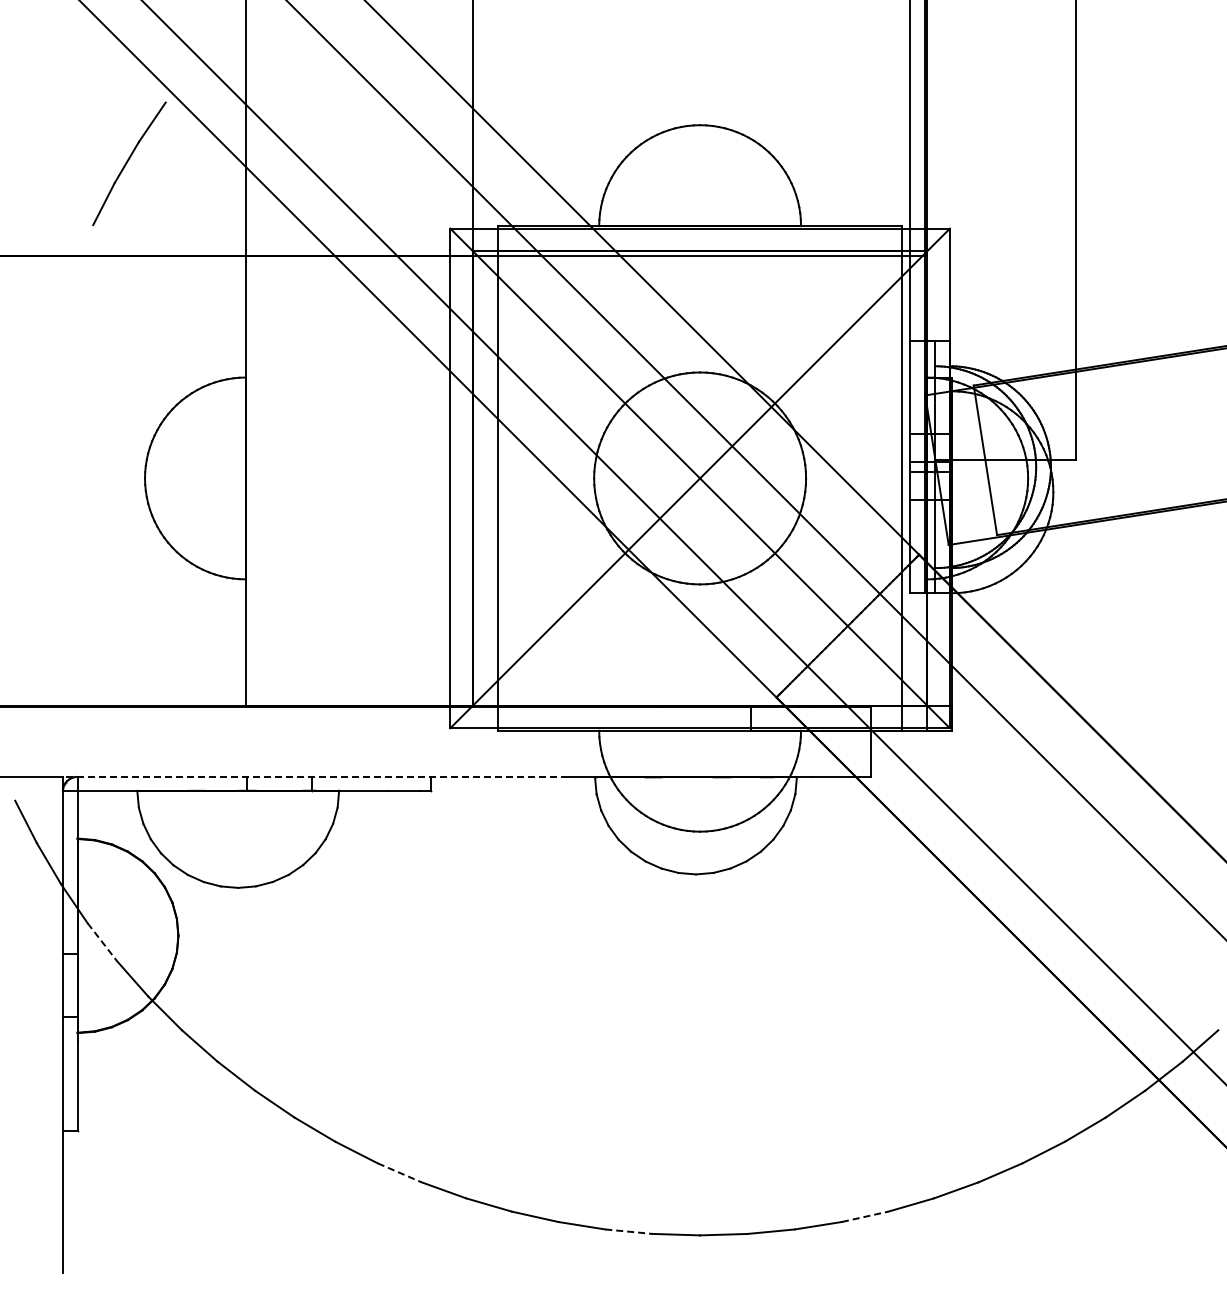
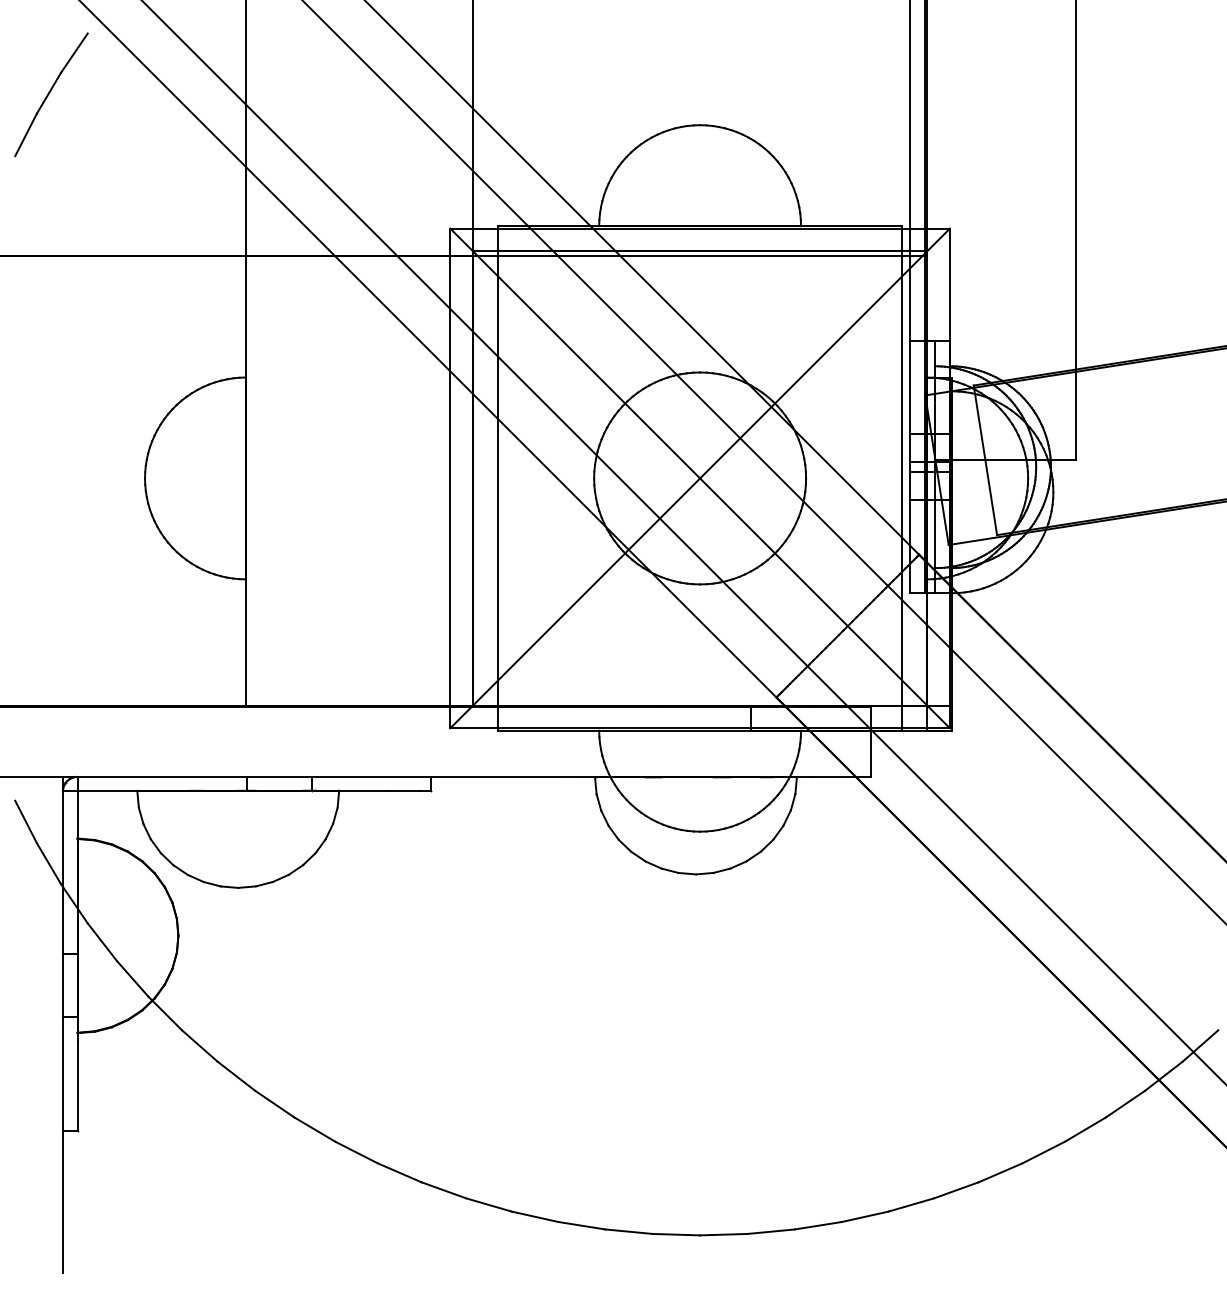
part at (129, 163) position: (129, 163) -> (51, 94)
line at (755, 469) position: (755, 469) -> (763, 461)
line at (315, 776): dashed -> solid
line at (102, 942): dashed -> solid
line at (399, 1172): dashed -> solid
line at (865, 1216): dashed -> solid
line at (628, 1231): dashed -> solid
